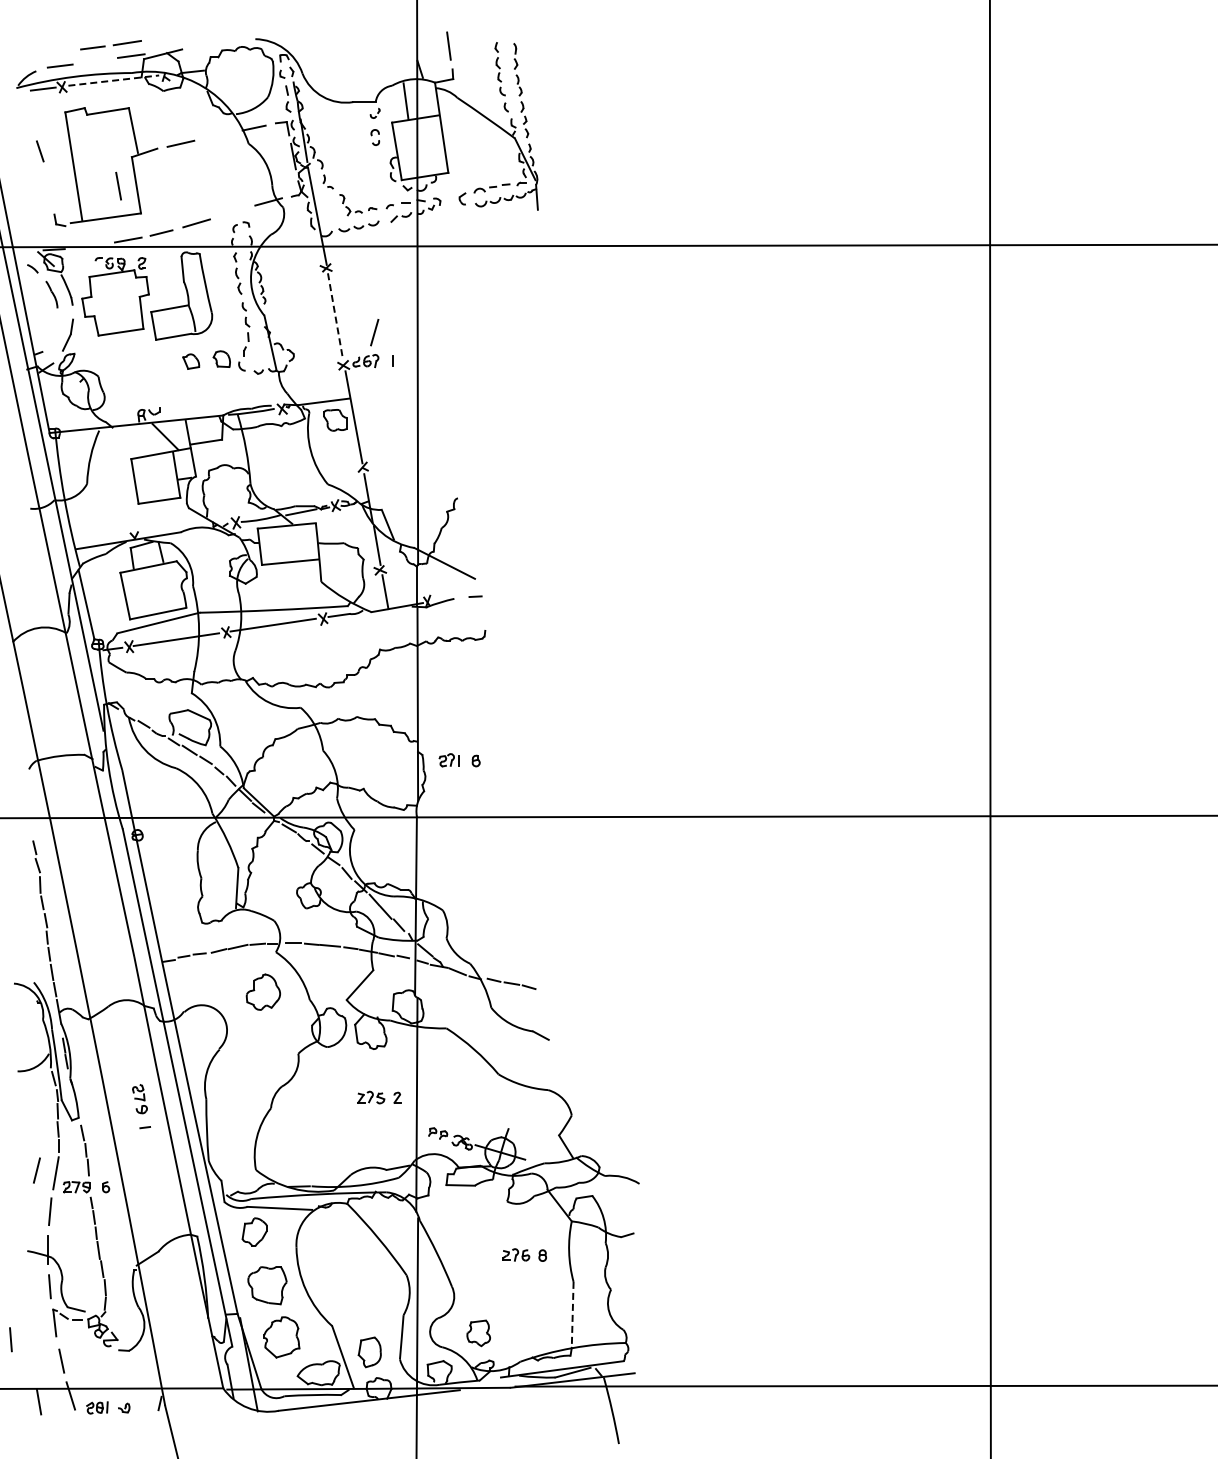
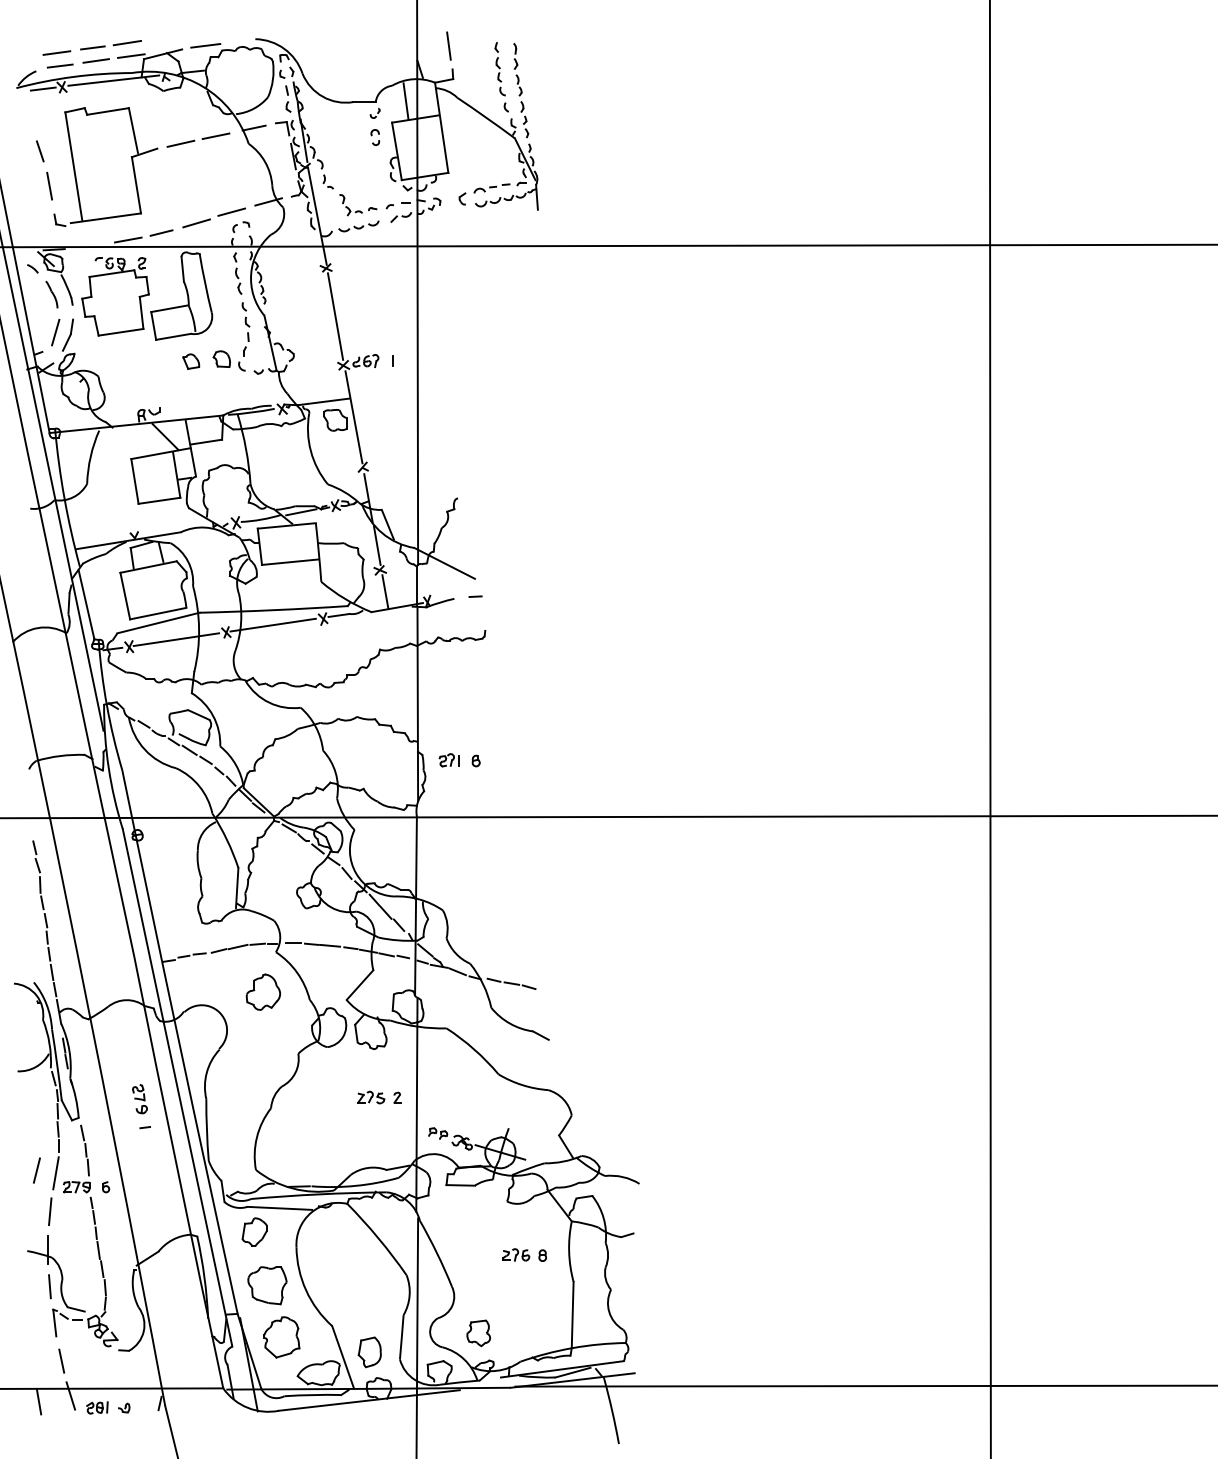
line at (205, 45): none -> present
line at (56, 52): none -> present
line at (95, 60): none -> present
line at (113, 80): dashed -> solid
line at (215, 136): none -> present
line at (118, 185) position: (118, 185) -> (49, 185)
line at (231, 211): none -> present
line at (335, 316): dashed -> solid
line at (374, 332) position: (374, 332) -> (55, 332)
line at (572, 1314): dashed -> solid
line at (10, 1339): present -> none
